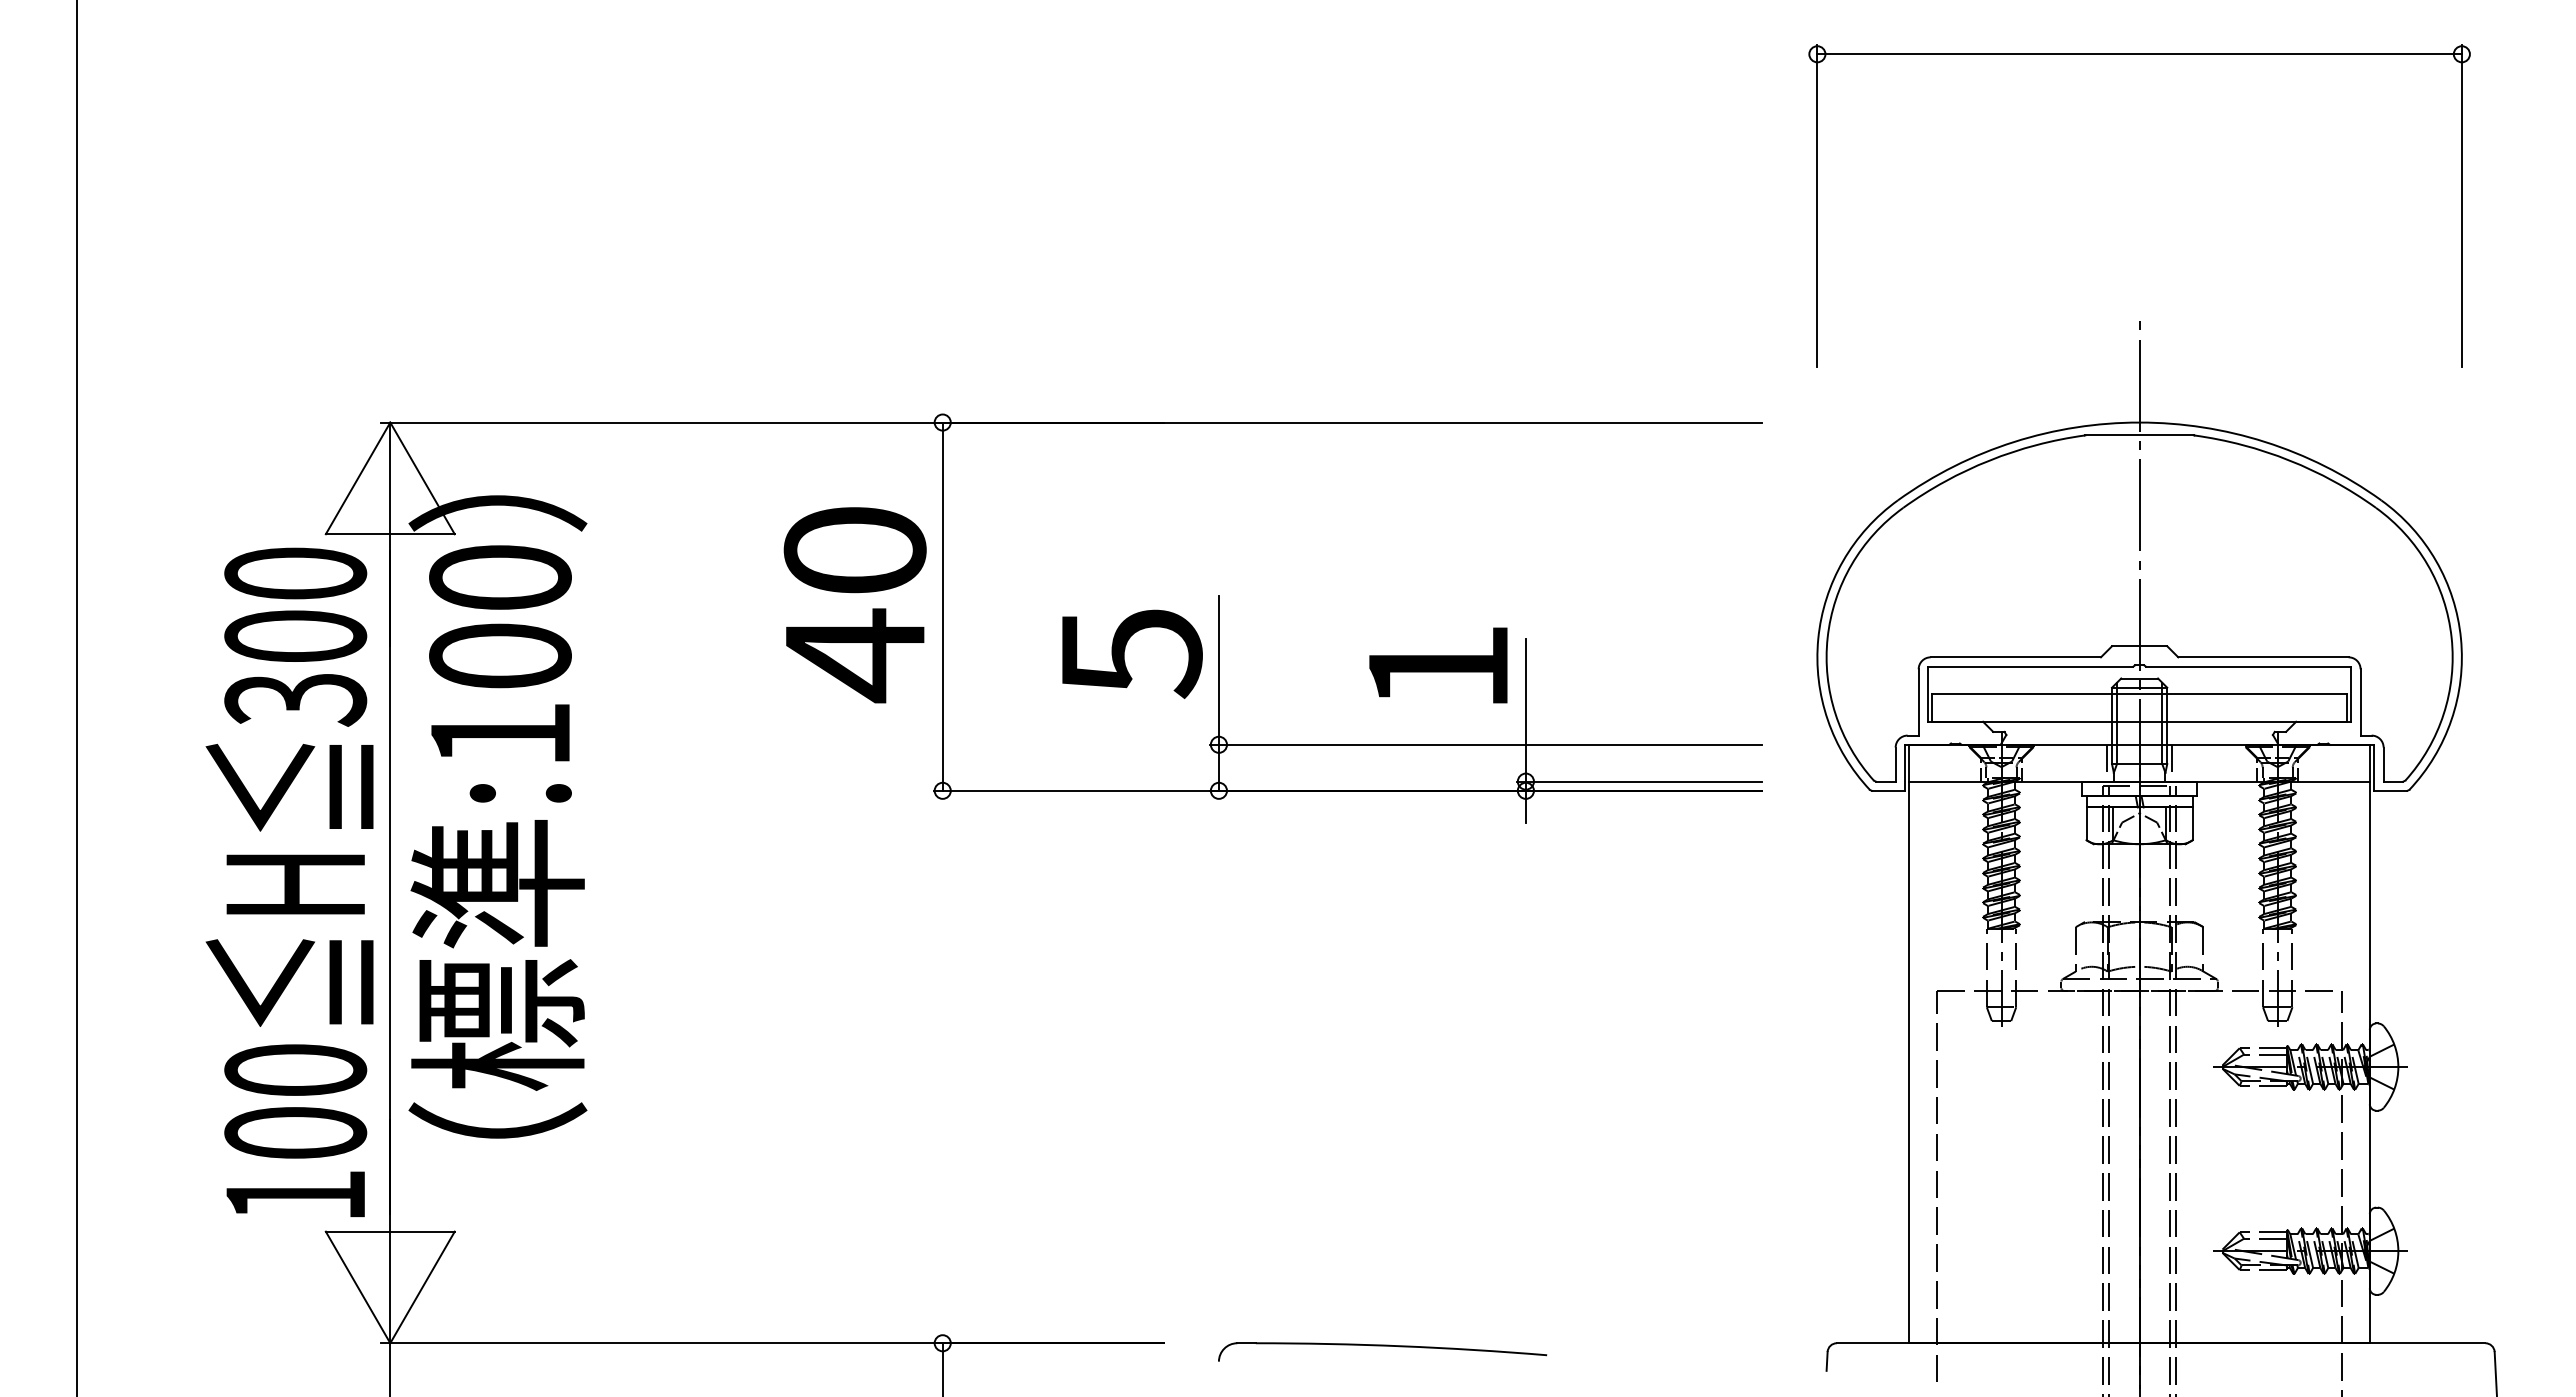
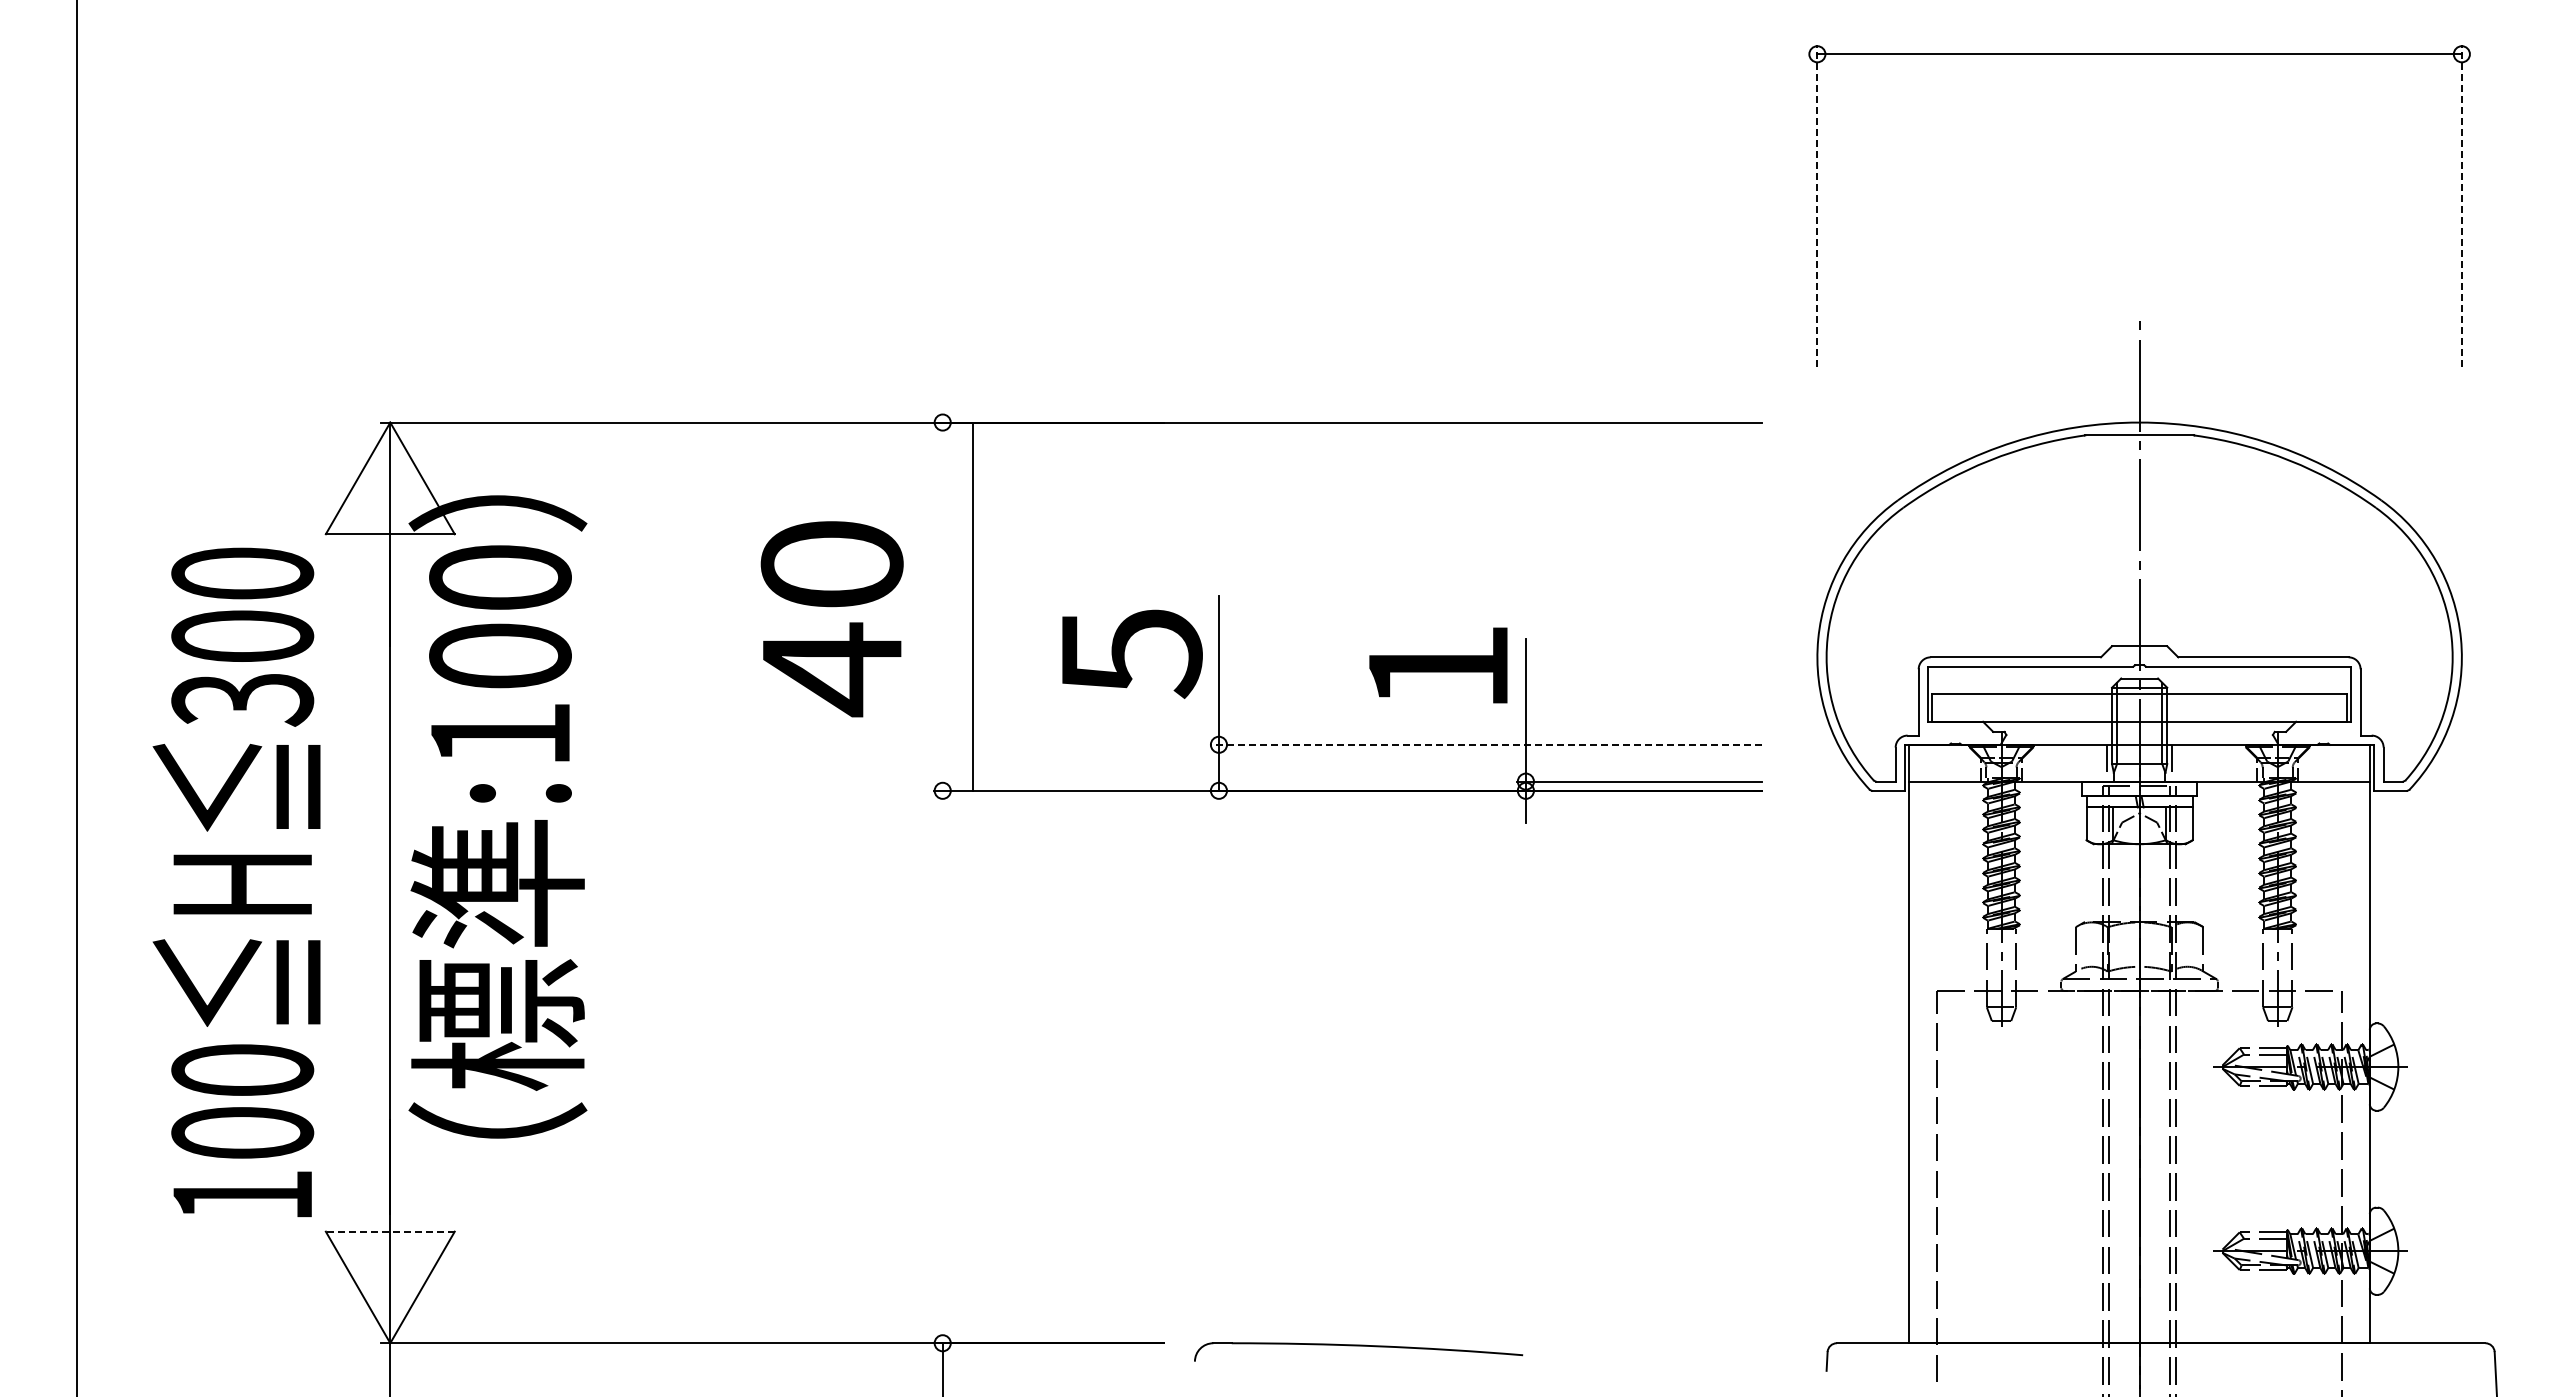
line at (1817, 205): solid -> dashed
line at (2461, 205): solid -> dashed
text at (854, 605) position: (854, 605) -> (831, 619)
line at (942, 606) position: (942, 606) -> (972, 606)
line at (1485, 744): solid -> dashed
text at (289, 881) position: (289, 881) -> (236, 881)
line at (389, 1231): solid -> dashed
part at (1382, 1351) position: (1382, 1351) -> (1358, 1351)
